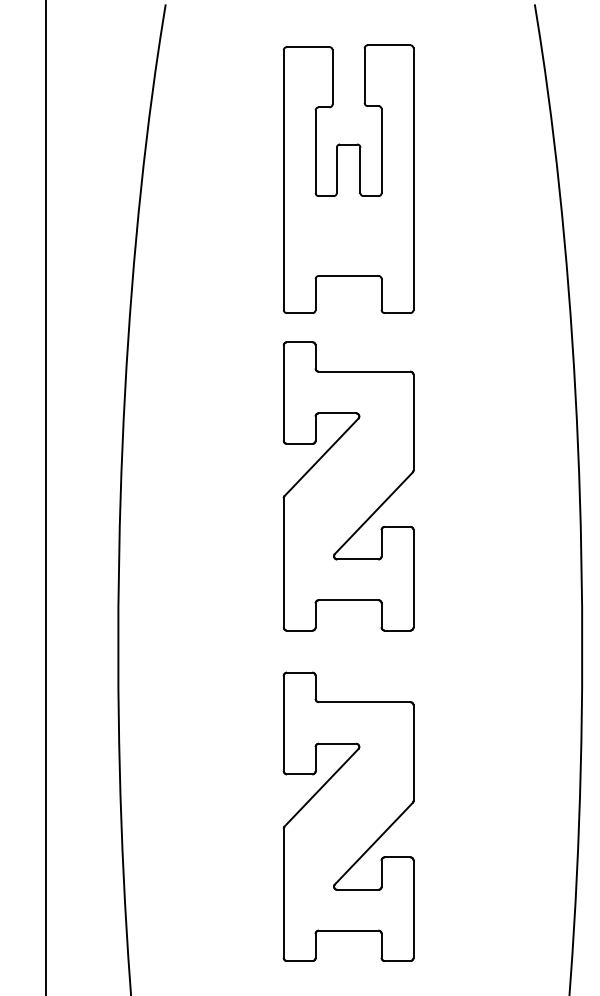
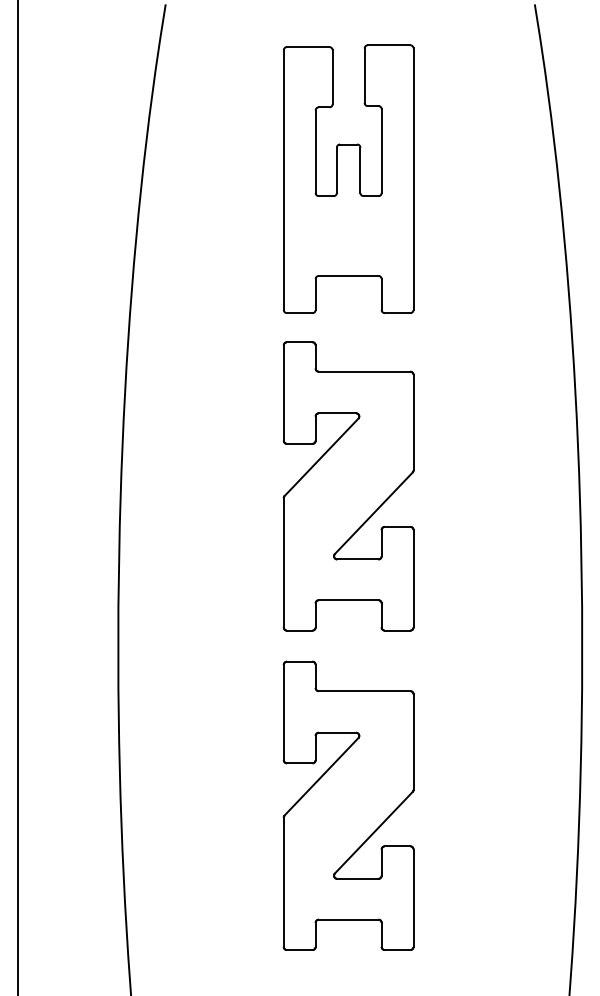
line at (45, 497) position: (45, 497) -> (17, 497)
part at (348, 816) position: (348, 816) -> (348, 805)
